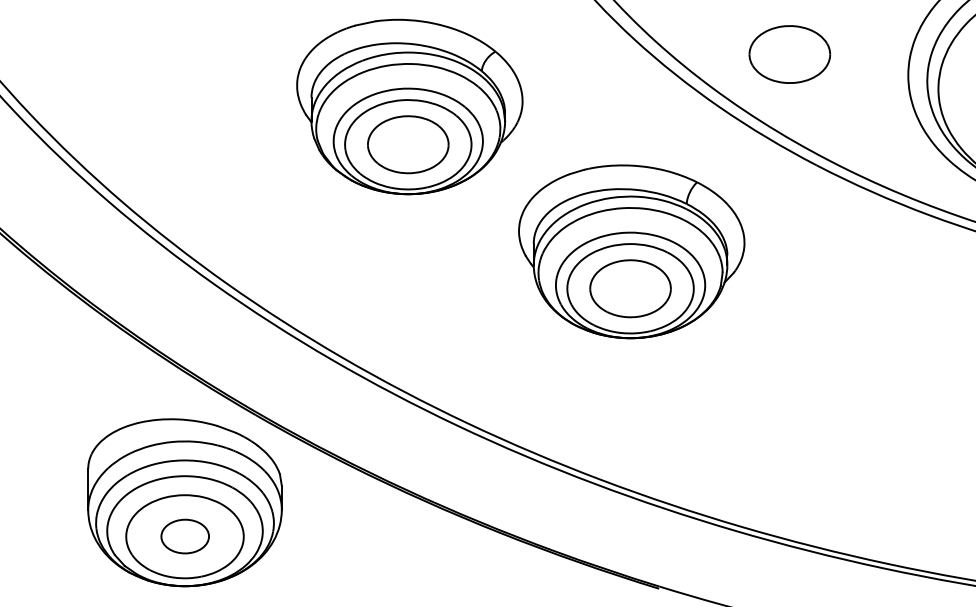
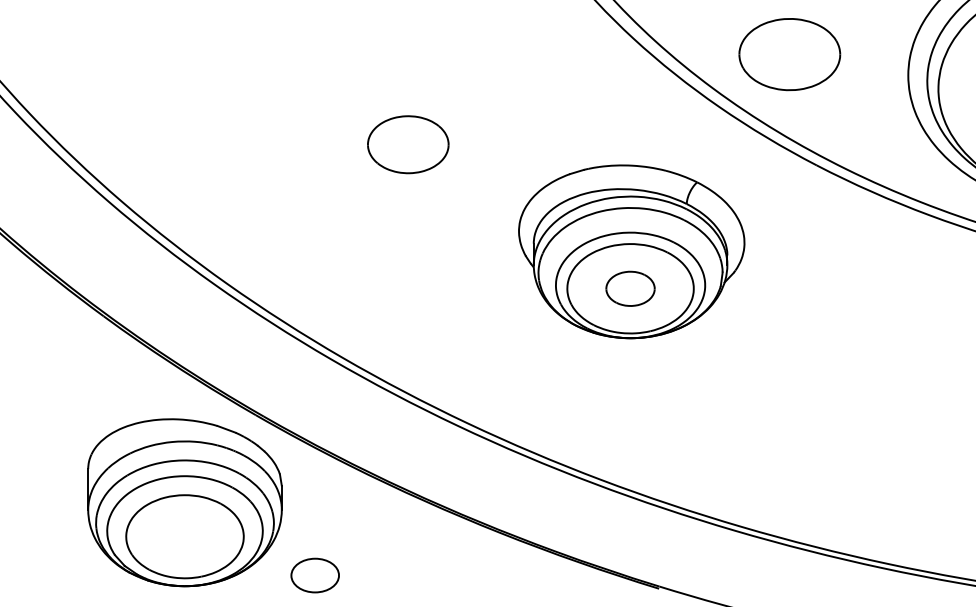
part at (789, 54) size: 84x59 px -> 104x74 px
part at (409, 106): present -> none
part at (630, 288) size: 83x60 px -> 51x37 px
part at (184, 536) position: (184, 536) -> (314, 575)
